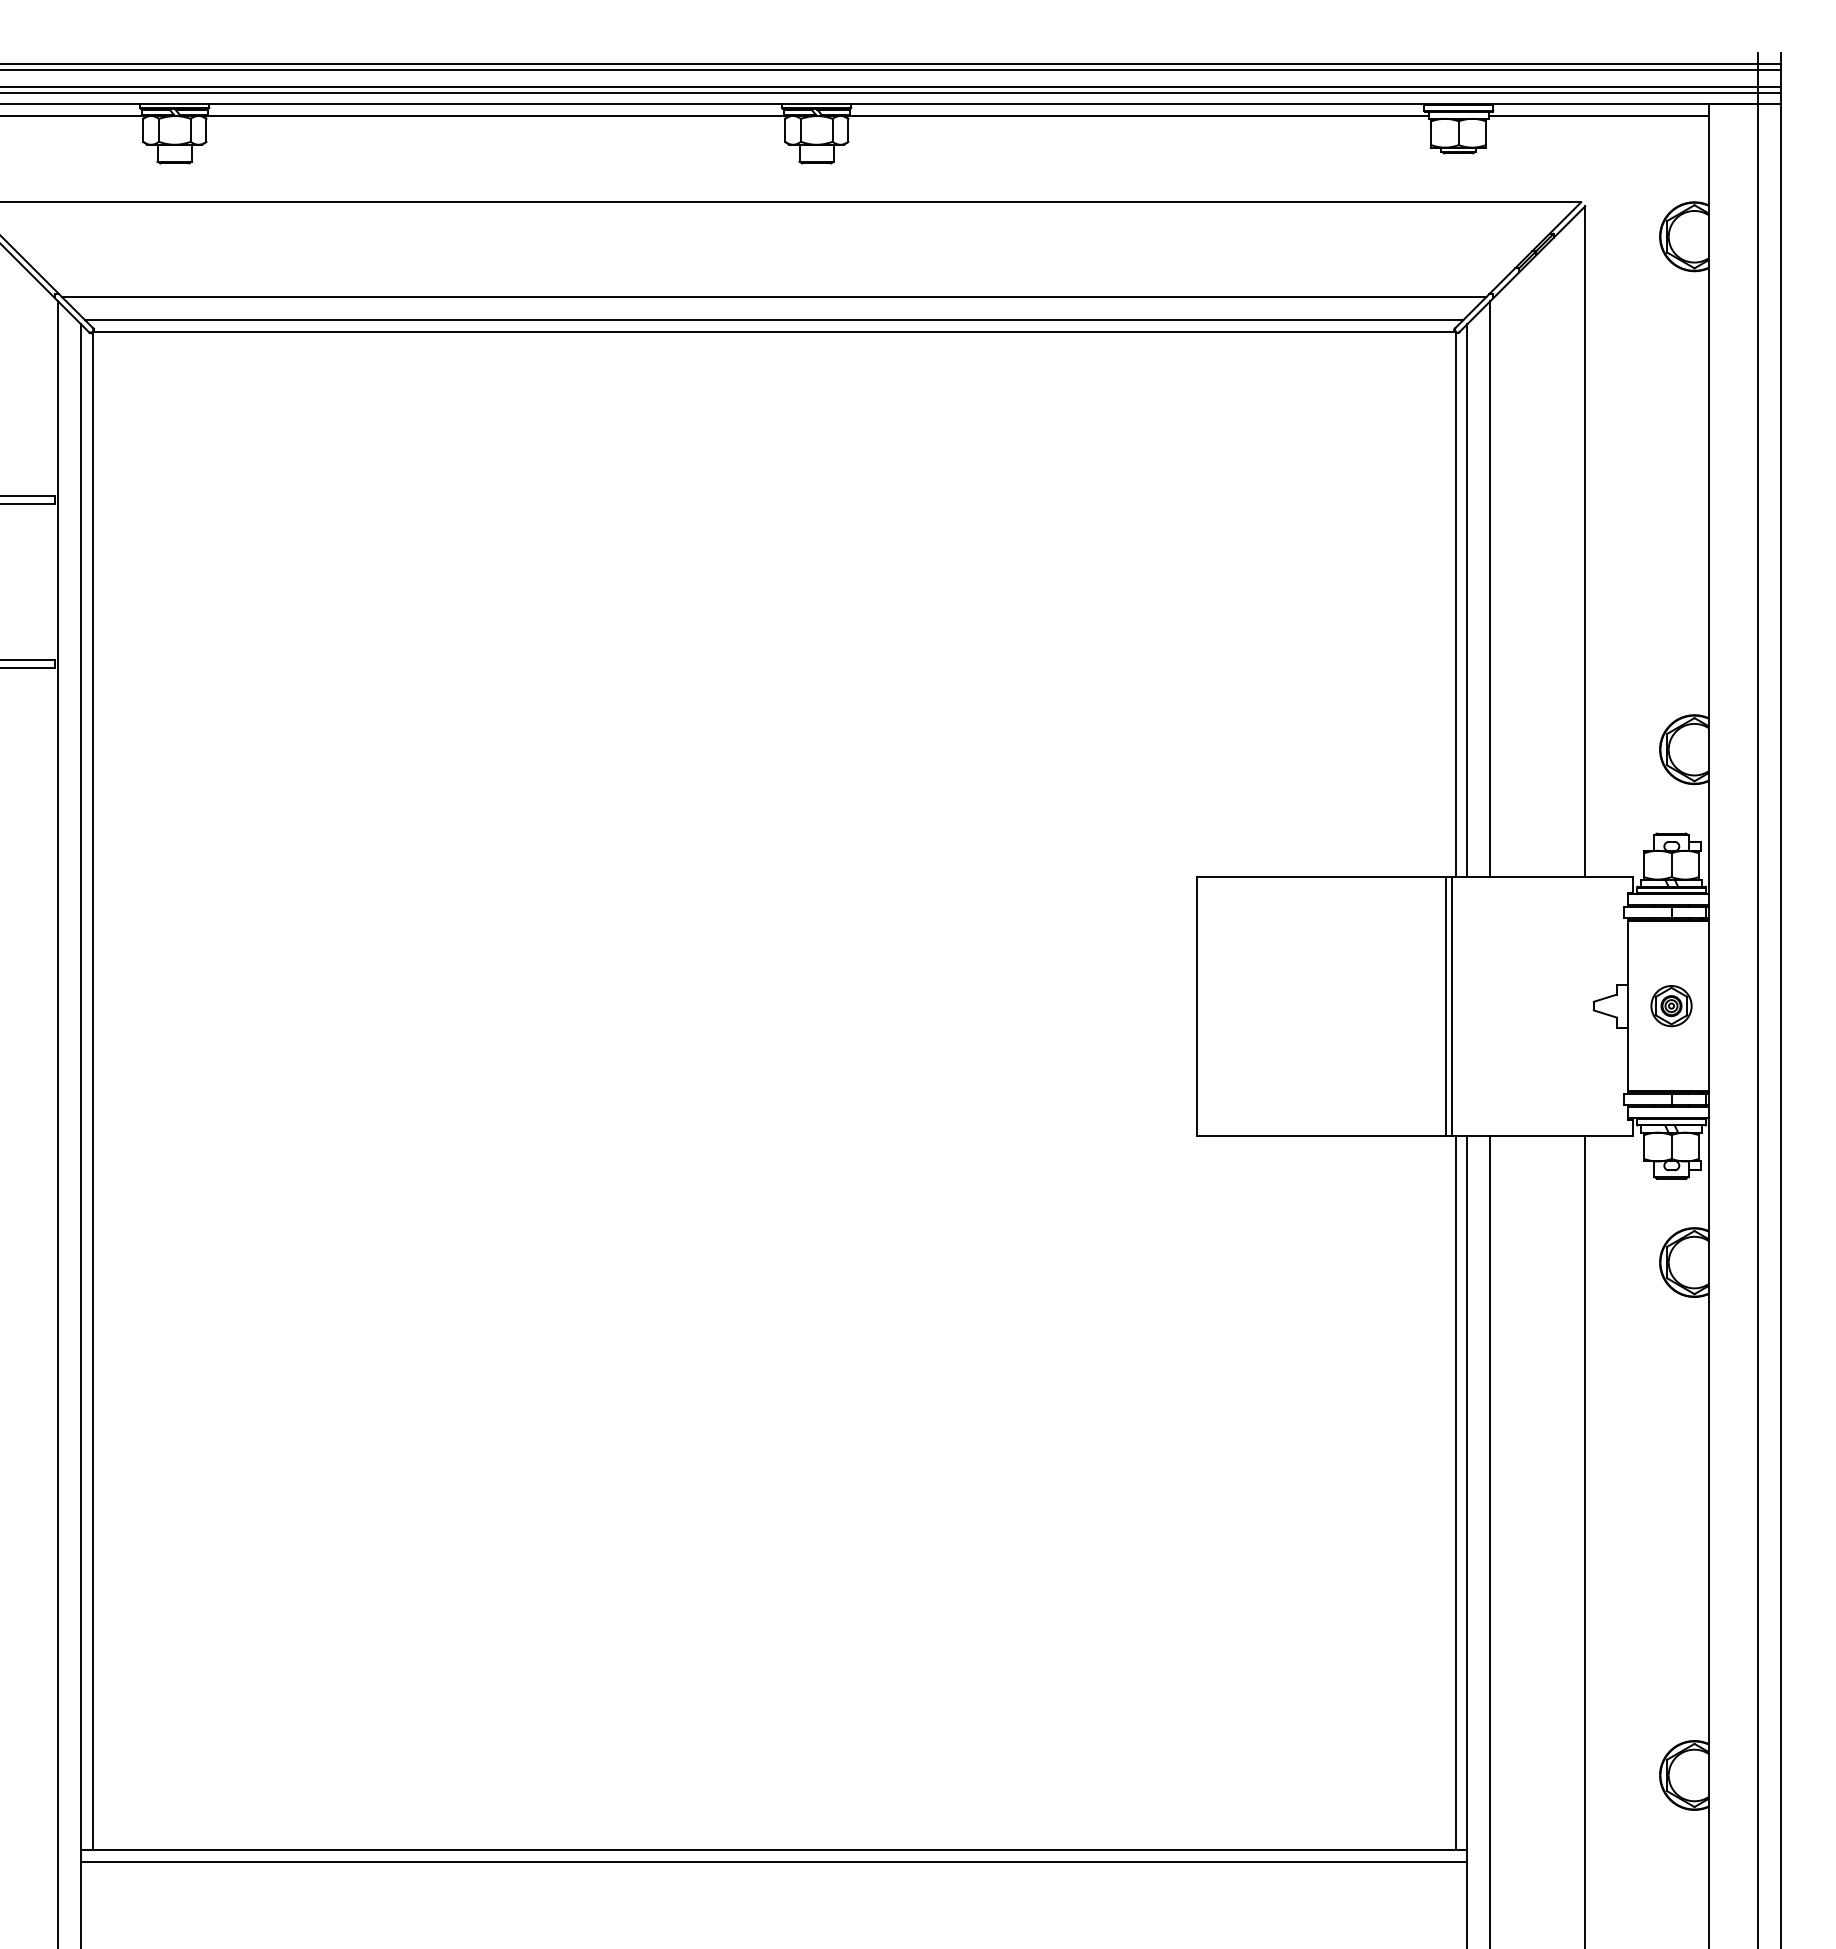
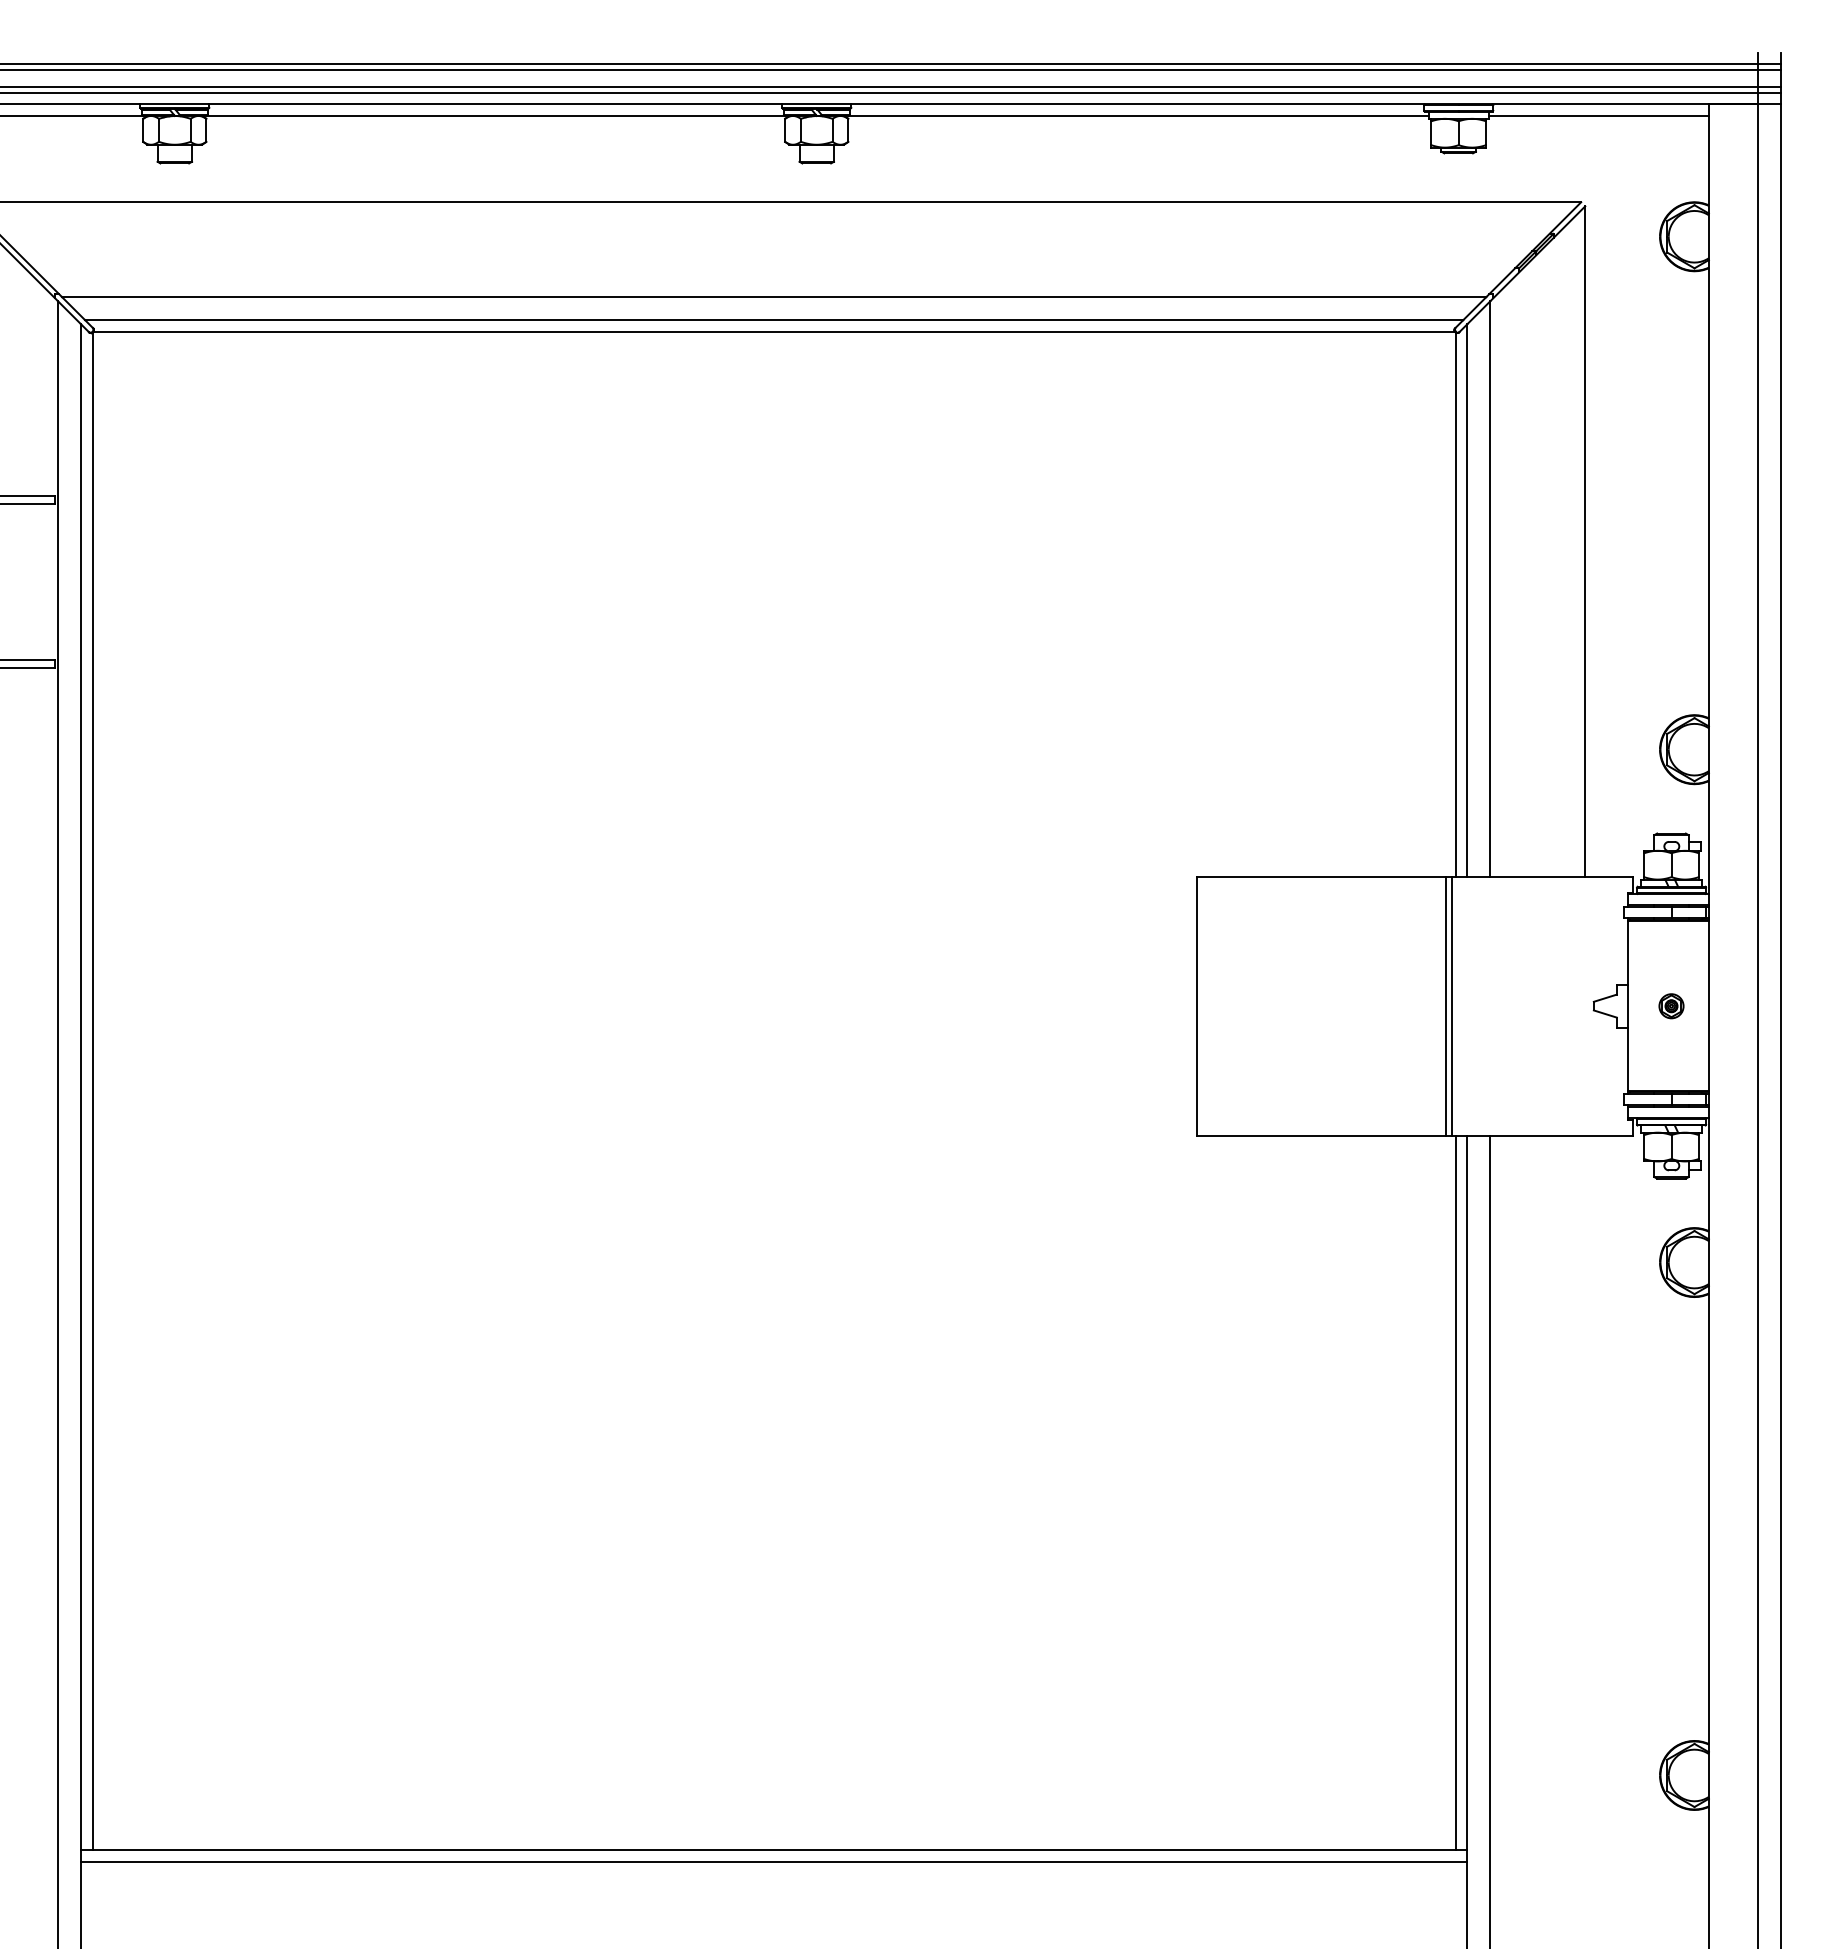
part at (1671, 1006) size: 43x43 px -> 27x27 px
line at (1585, 1540): present -> none
